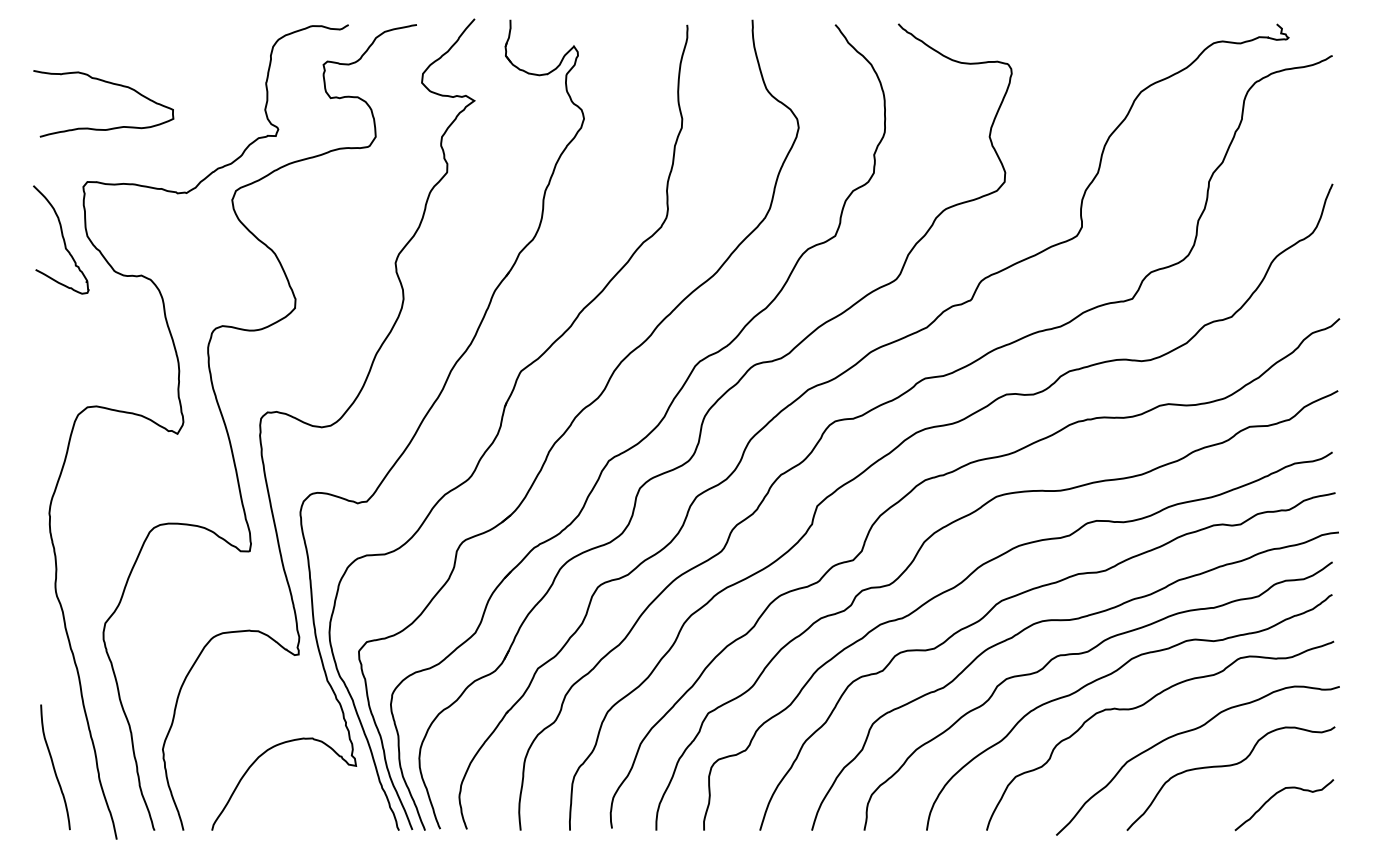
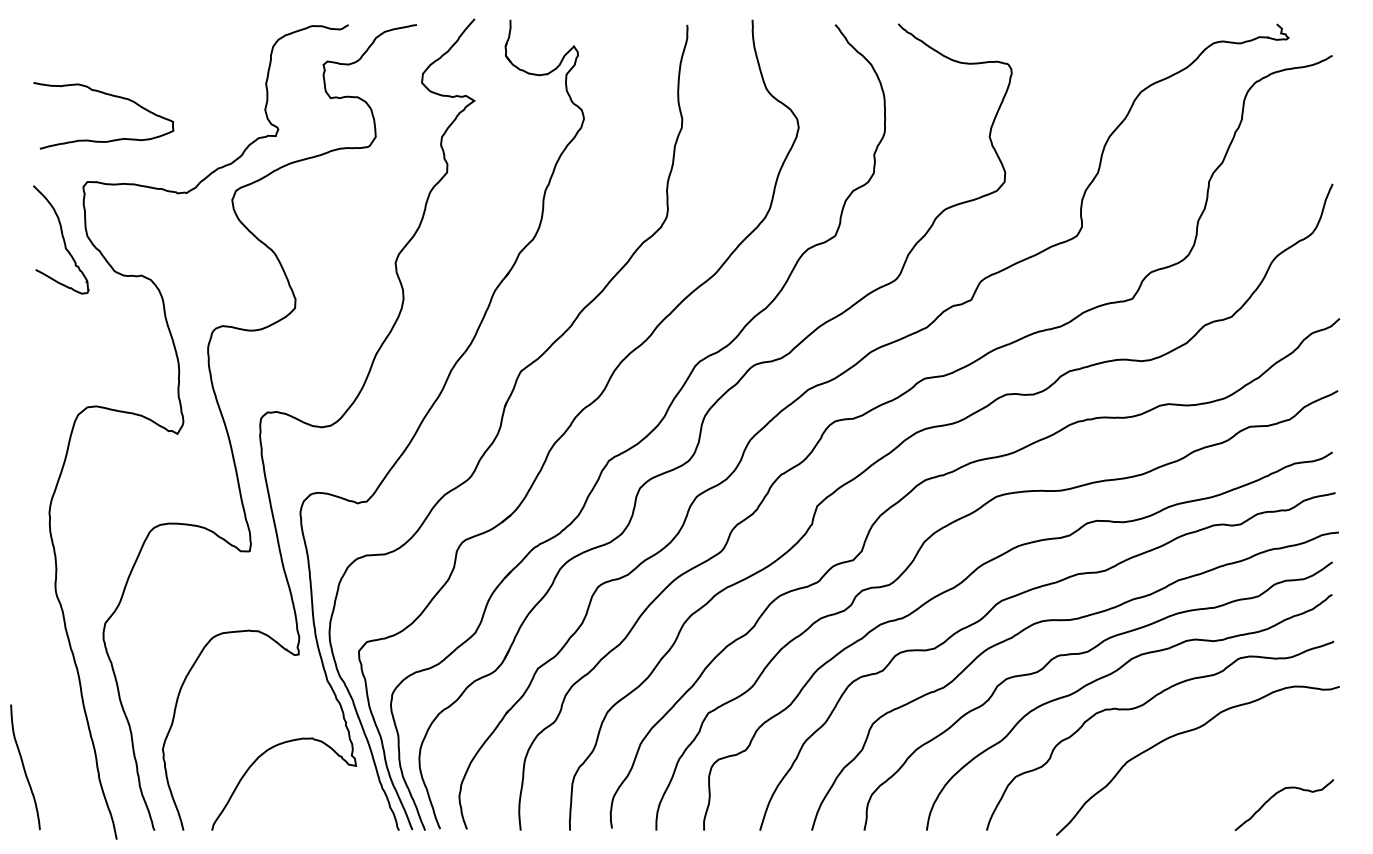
curve at (108, 83) position: (108, 83) -> (108, 95)
curve at (1230, 766): present -> none
curve at (54, 767) position: (54, 767) -> (24, 767)
